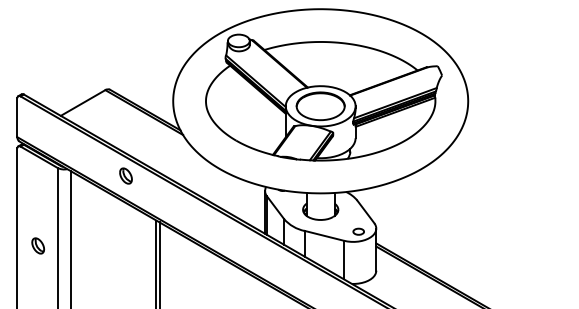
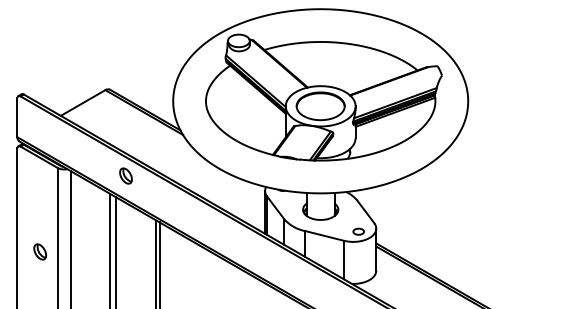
part at (38, 245) position: (38, 245) -> (40, 251)
line at (109, 249): none -> present
line at (116, 251): none -> present
